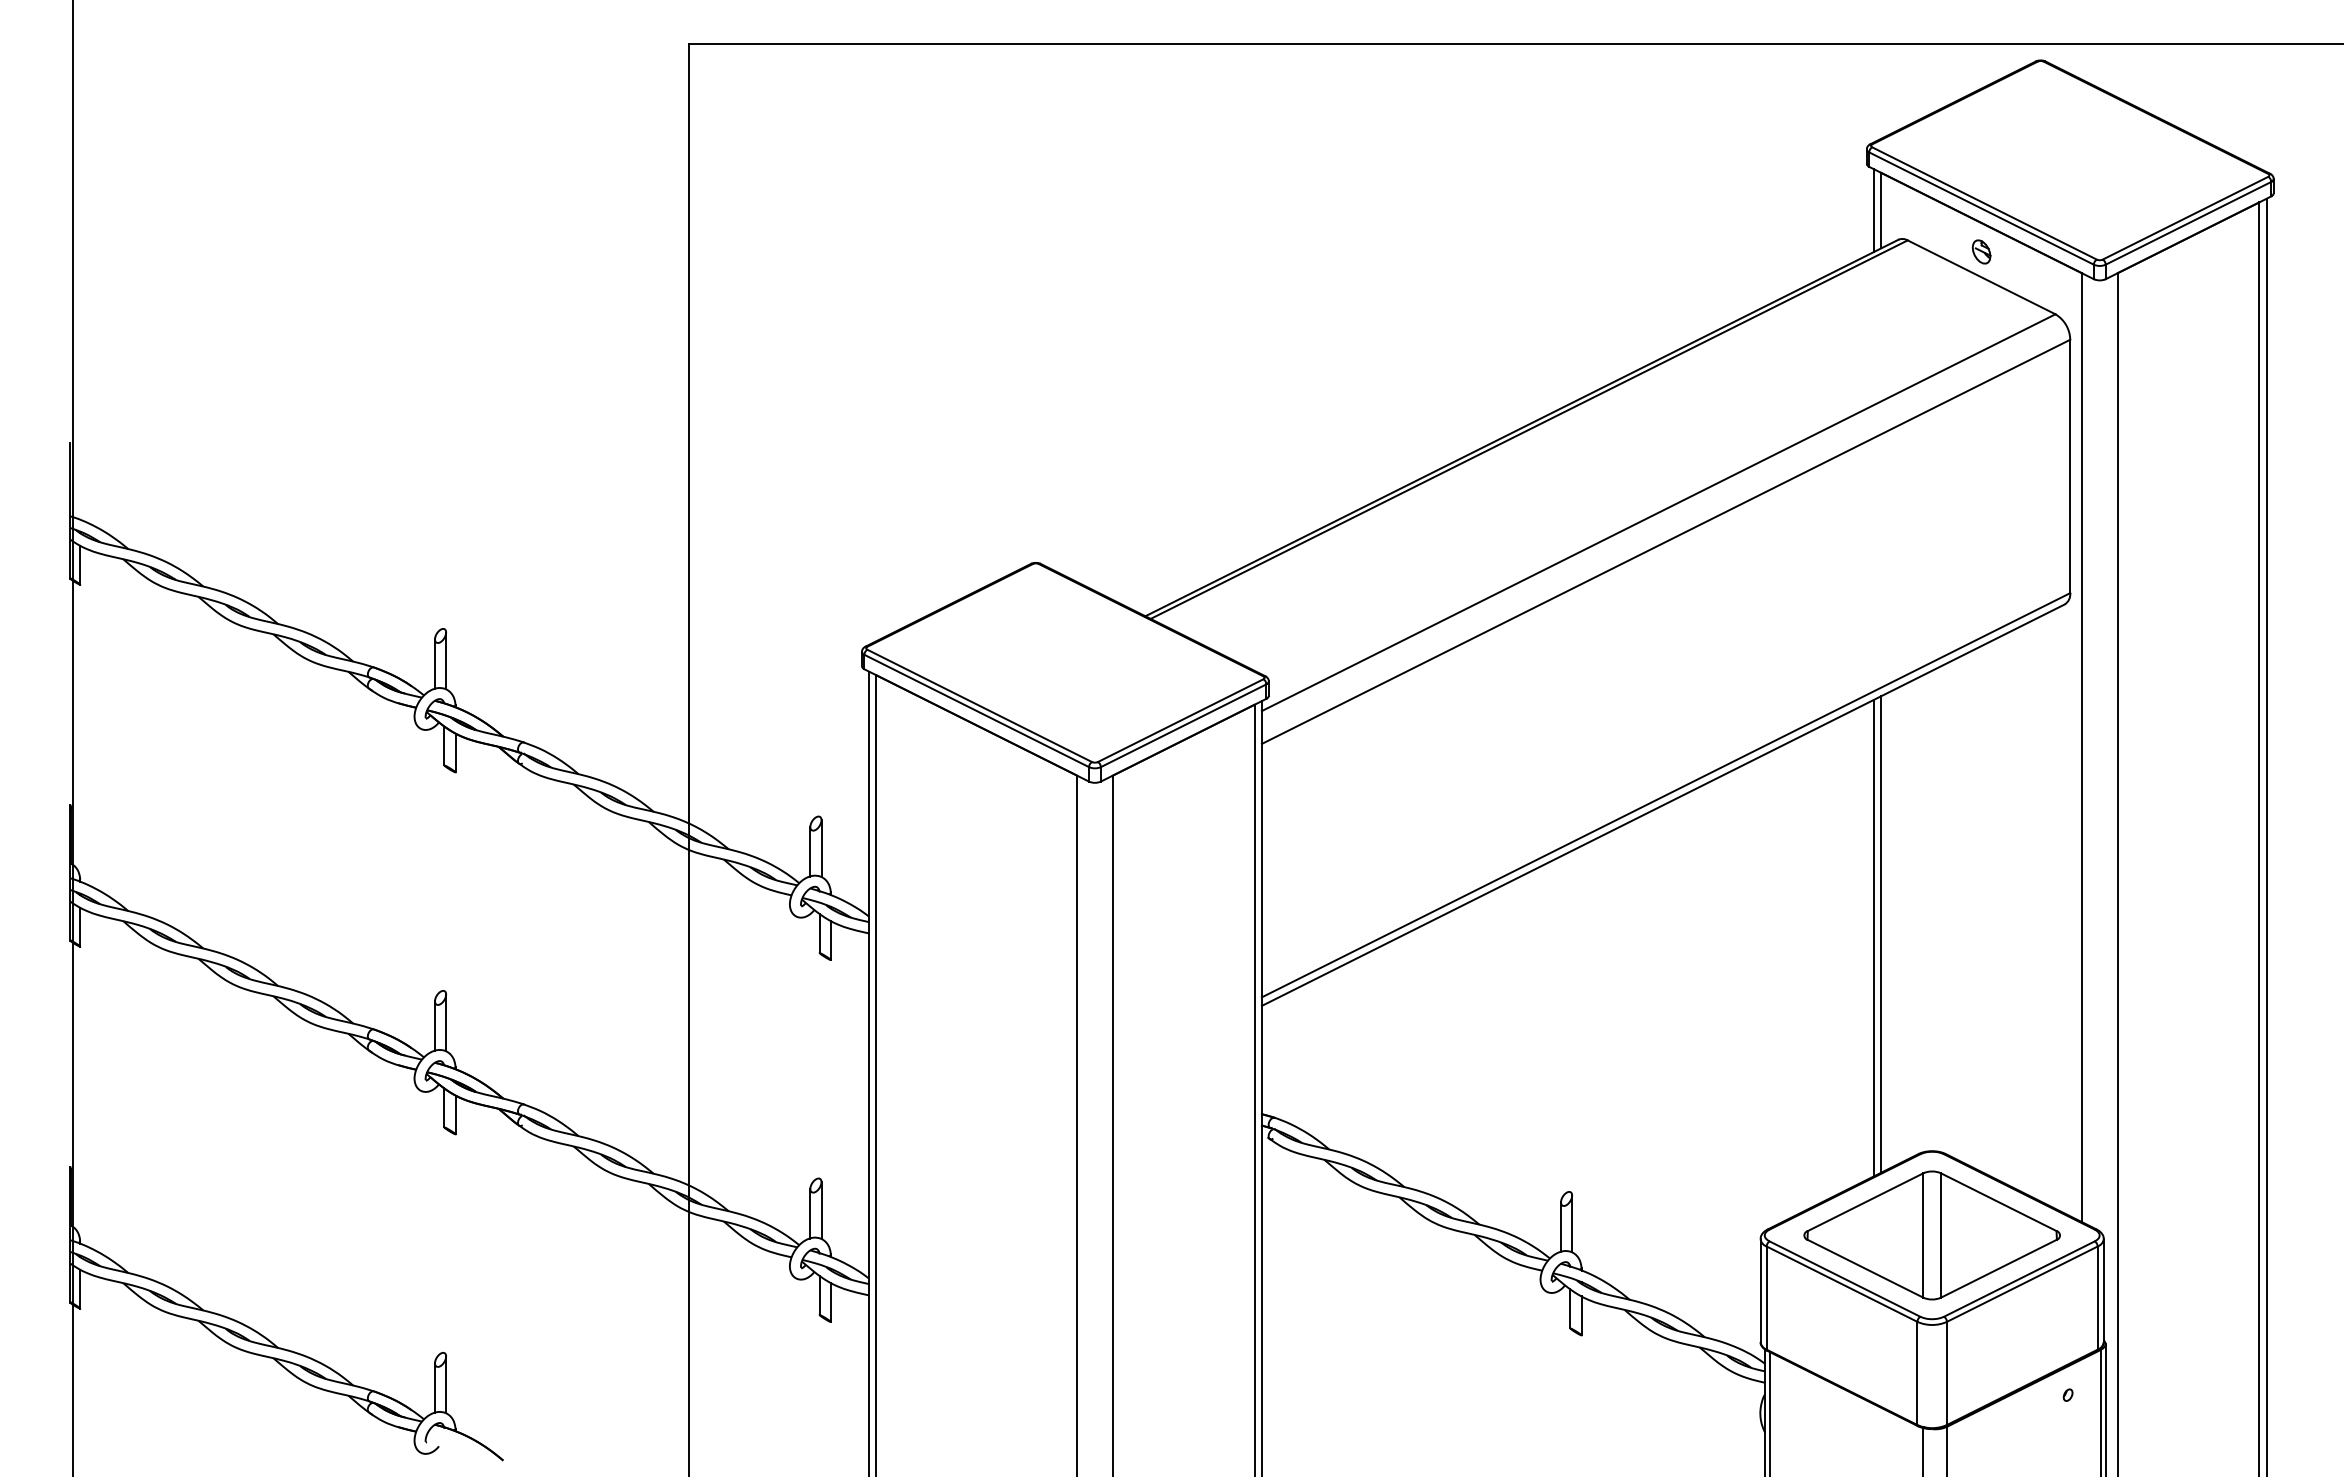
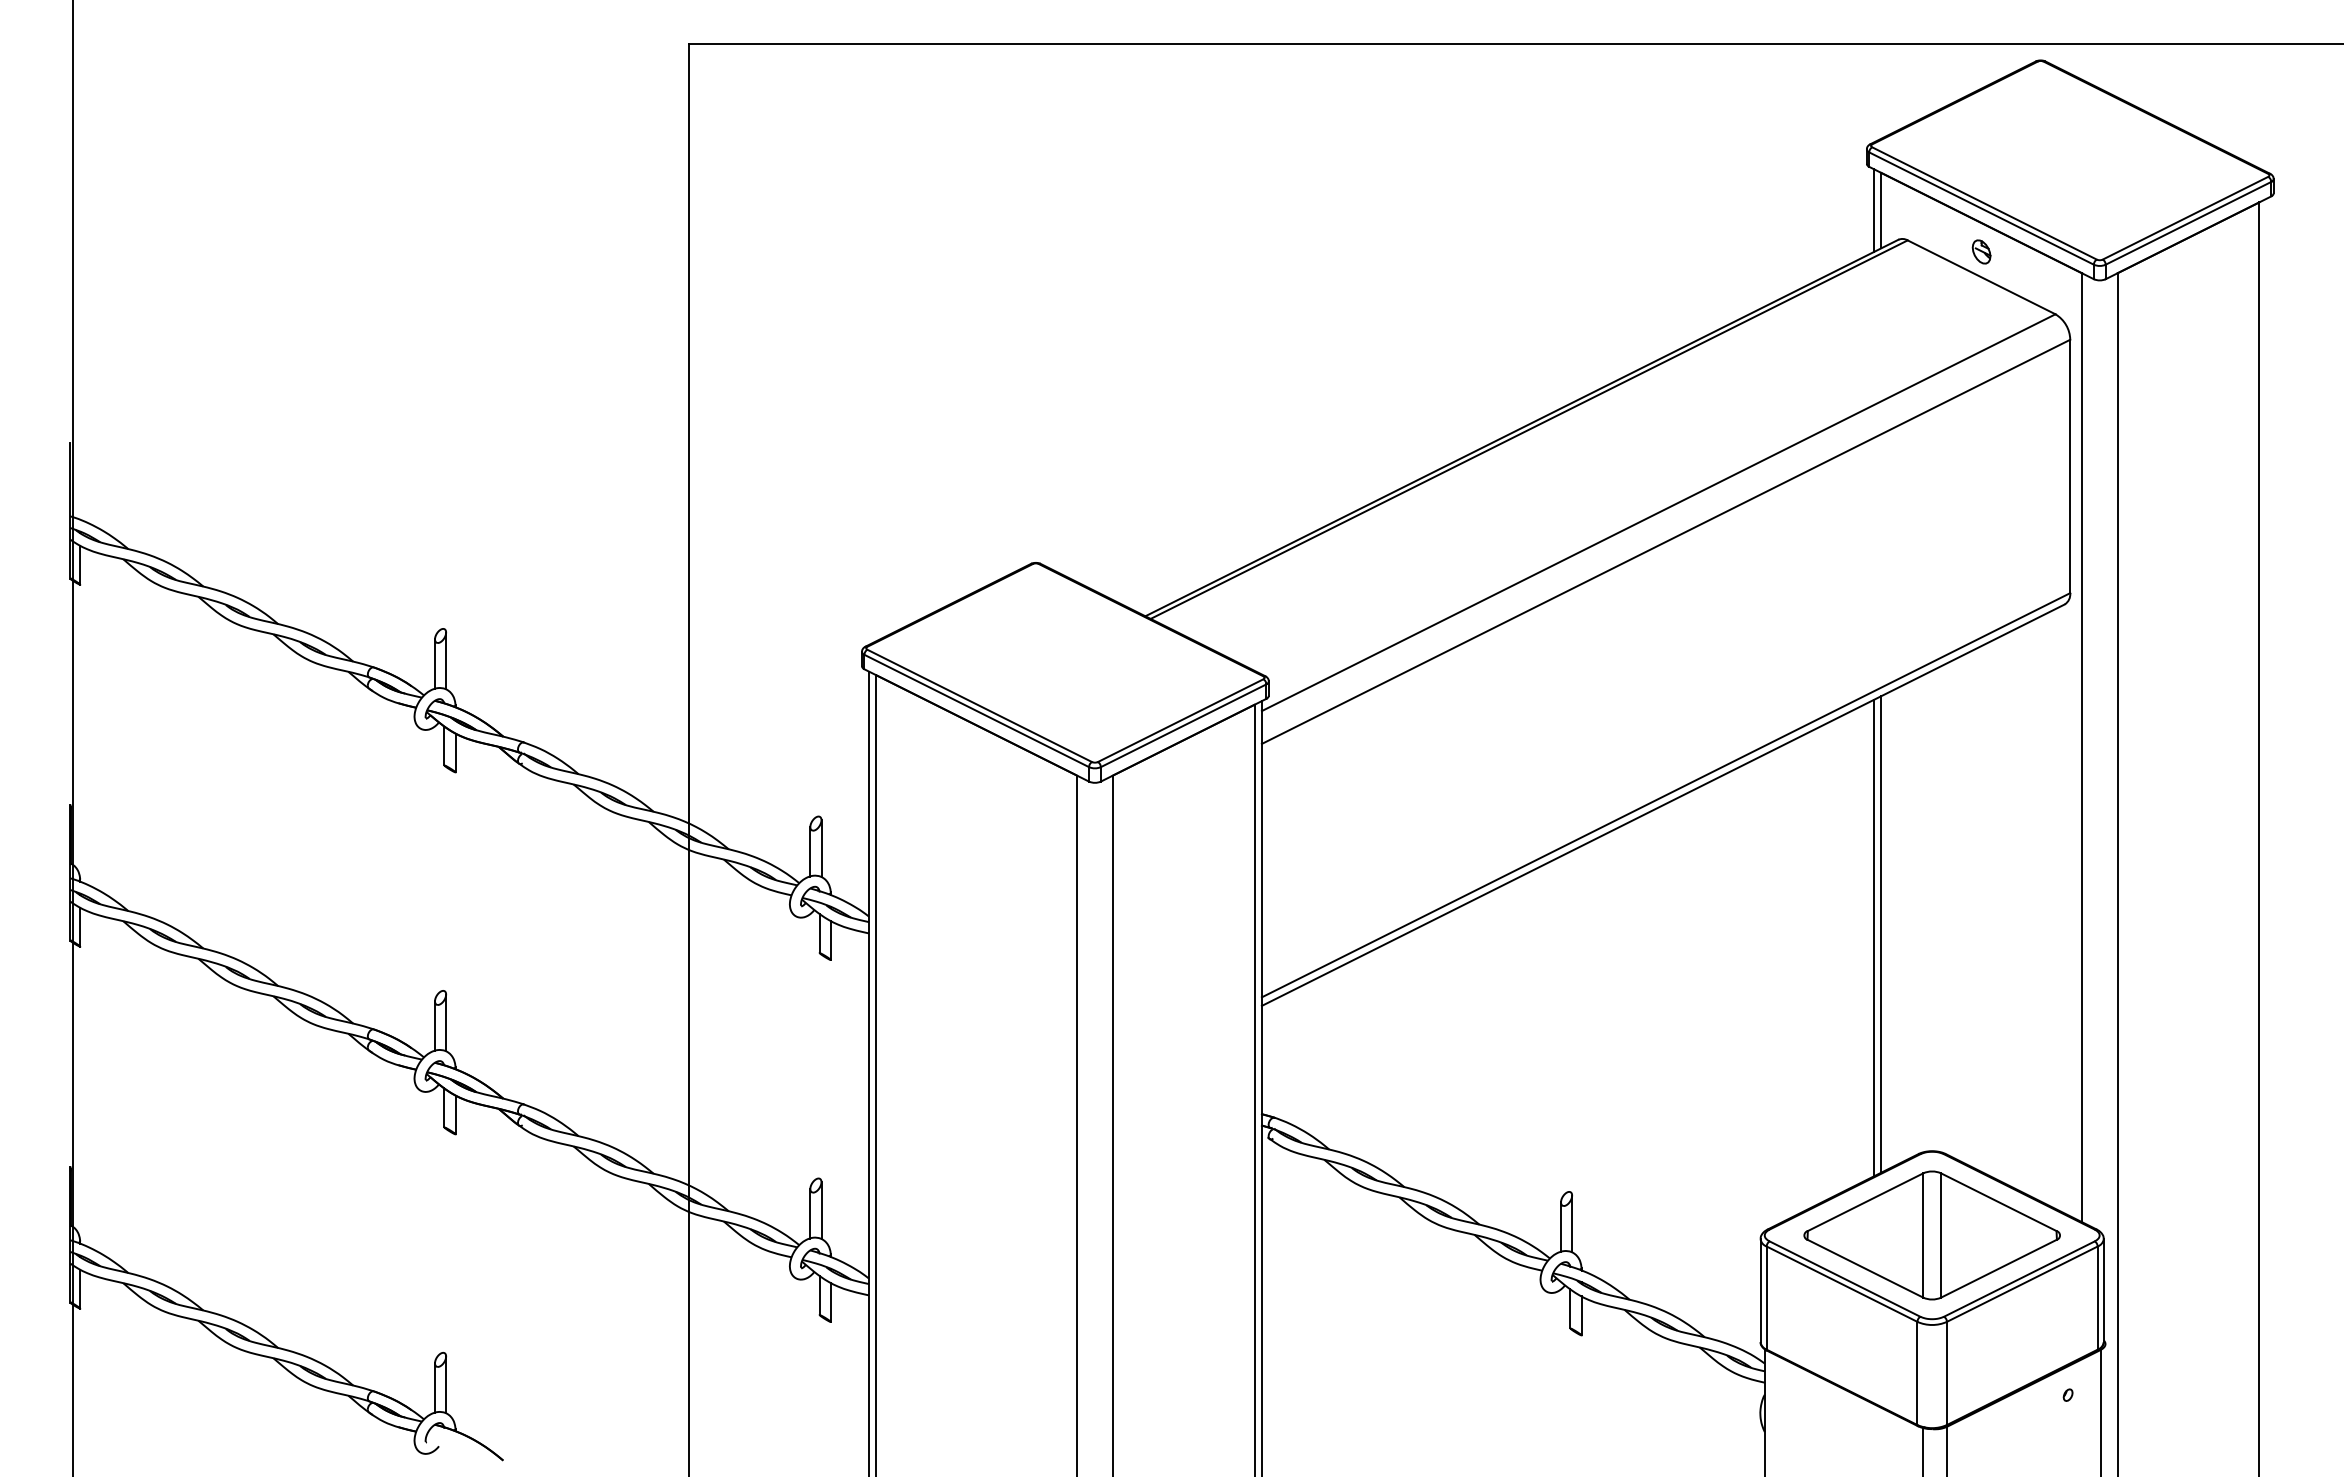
line at (2266, 835): present -> none
line at (2105, 1408): present -> none
line at (1769, 1412): present -> none
